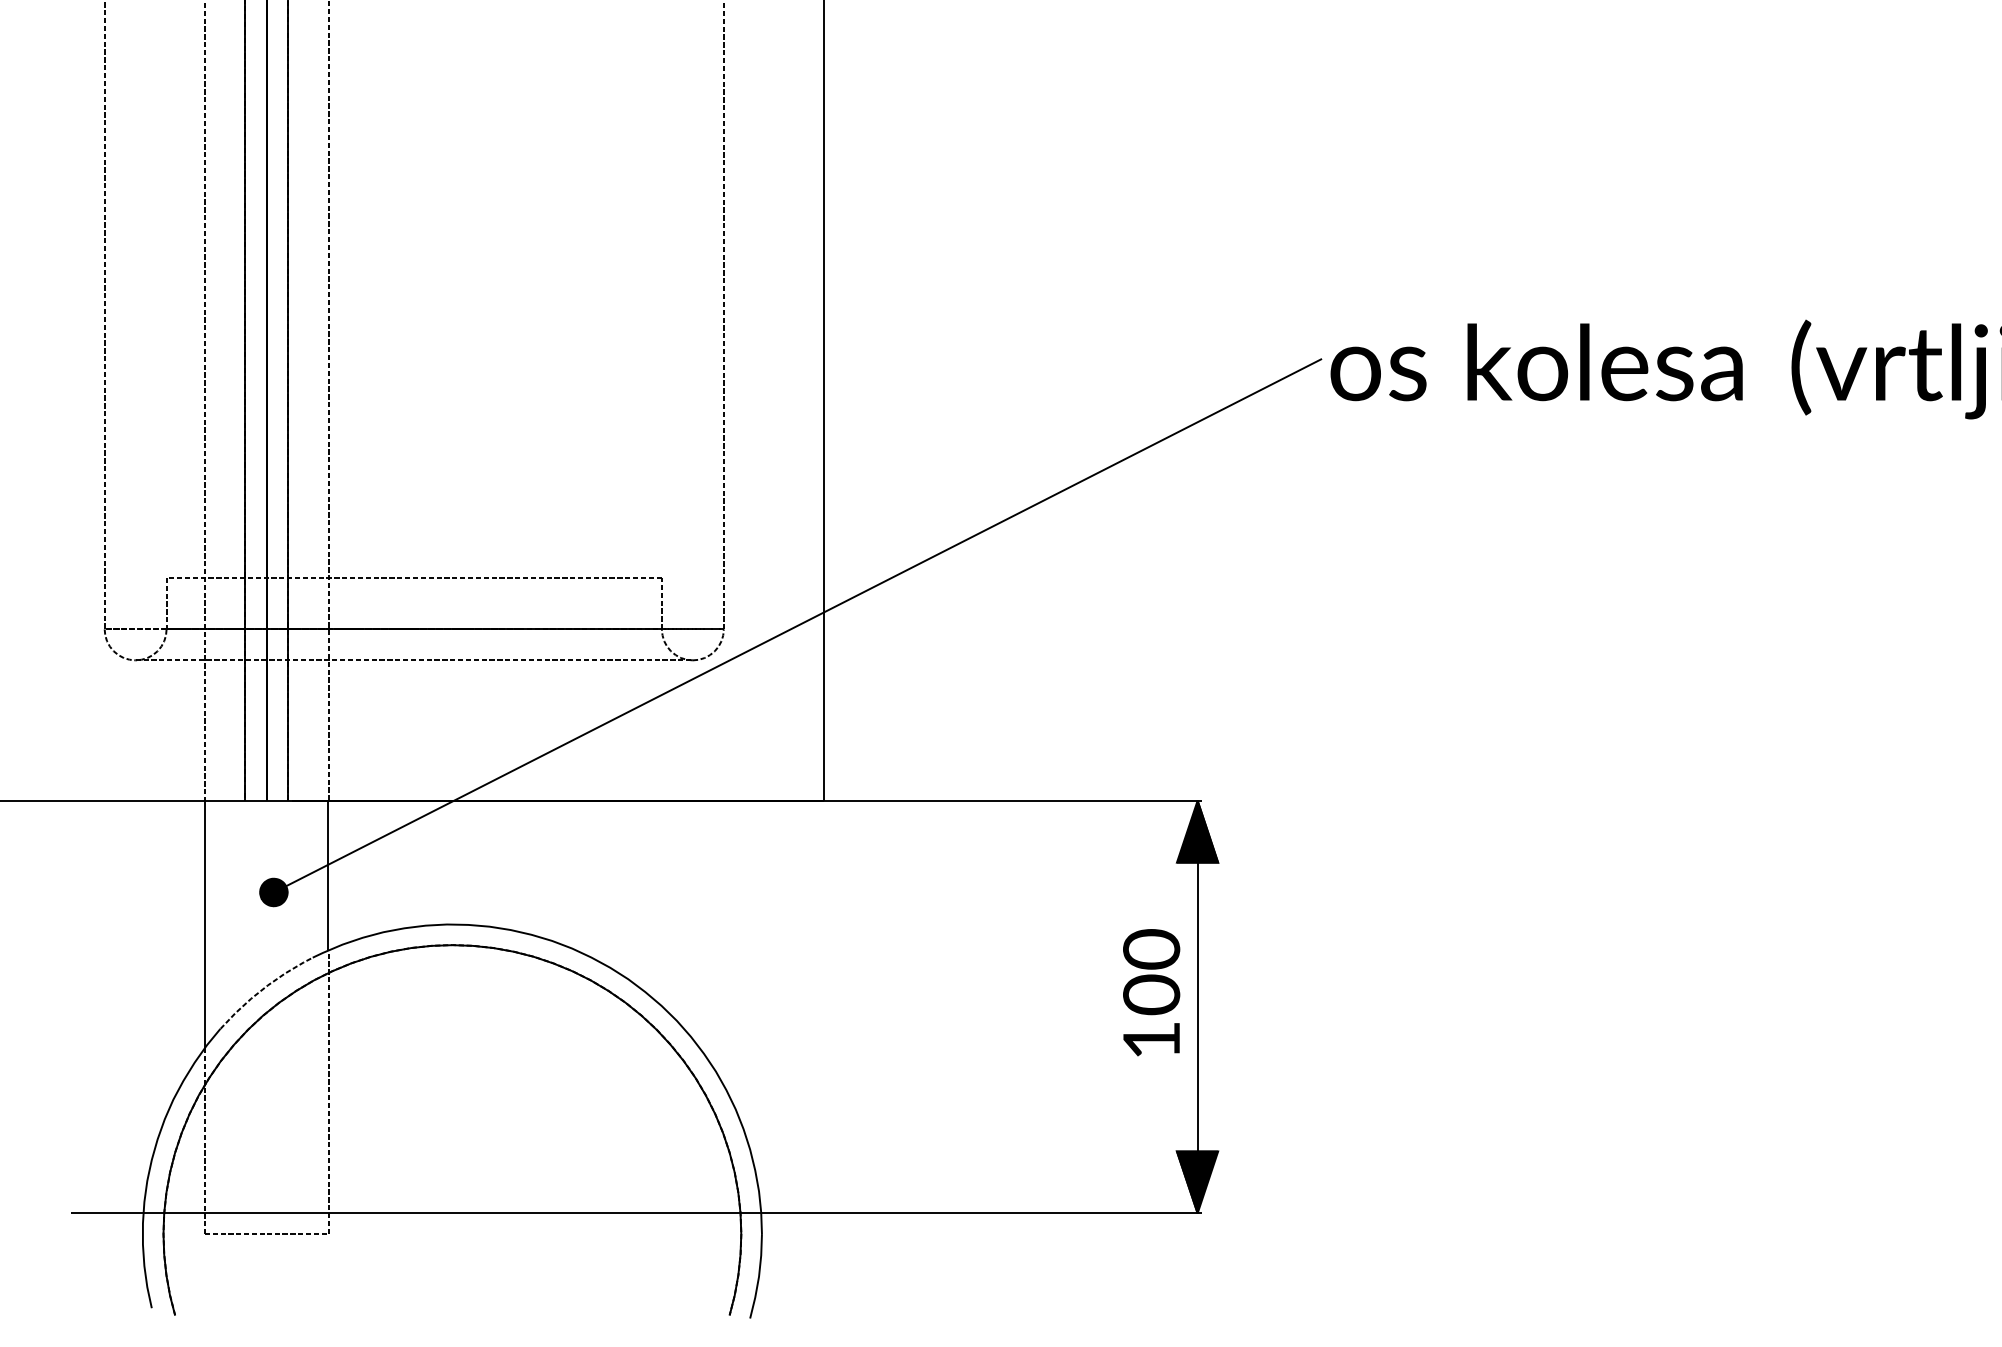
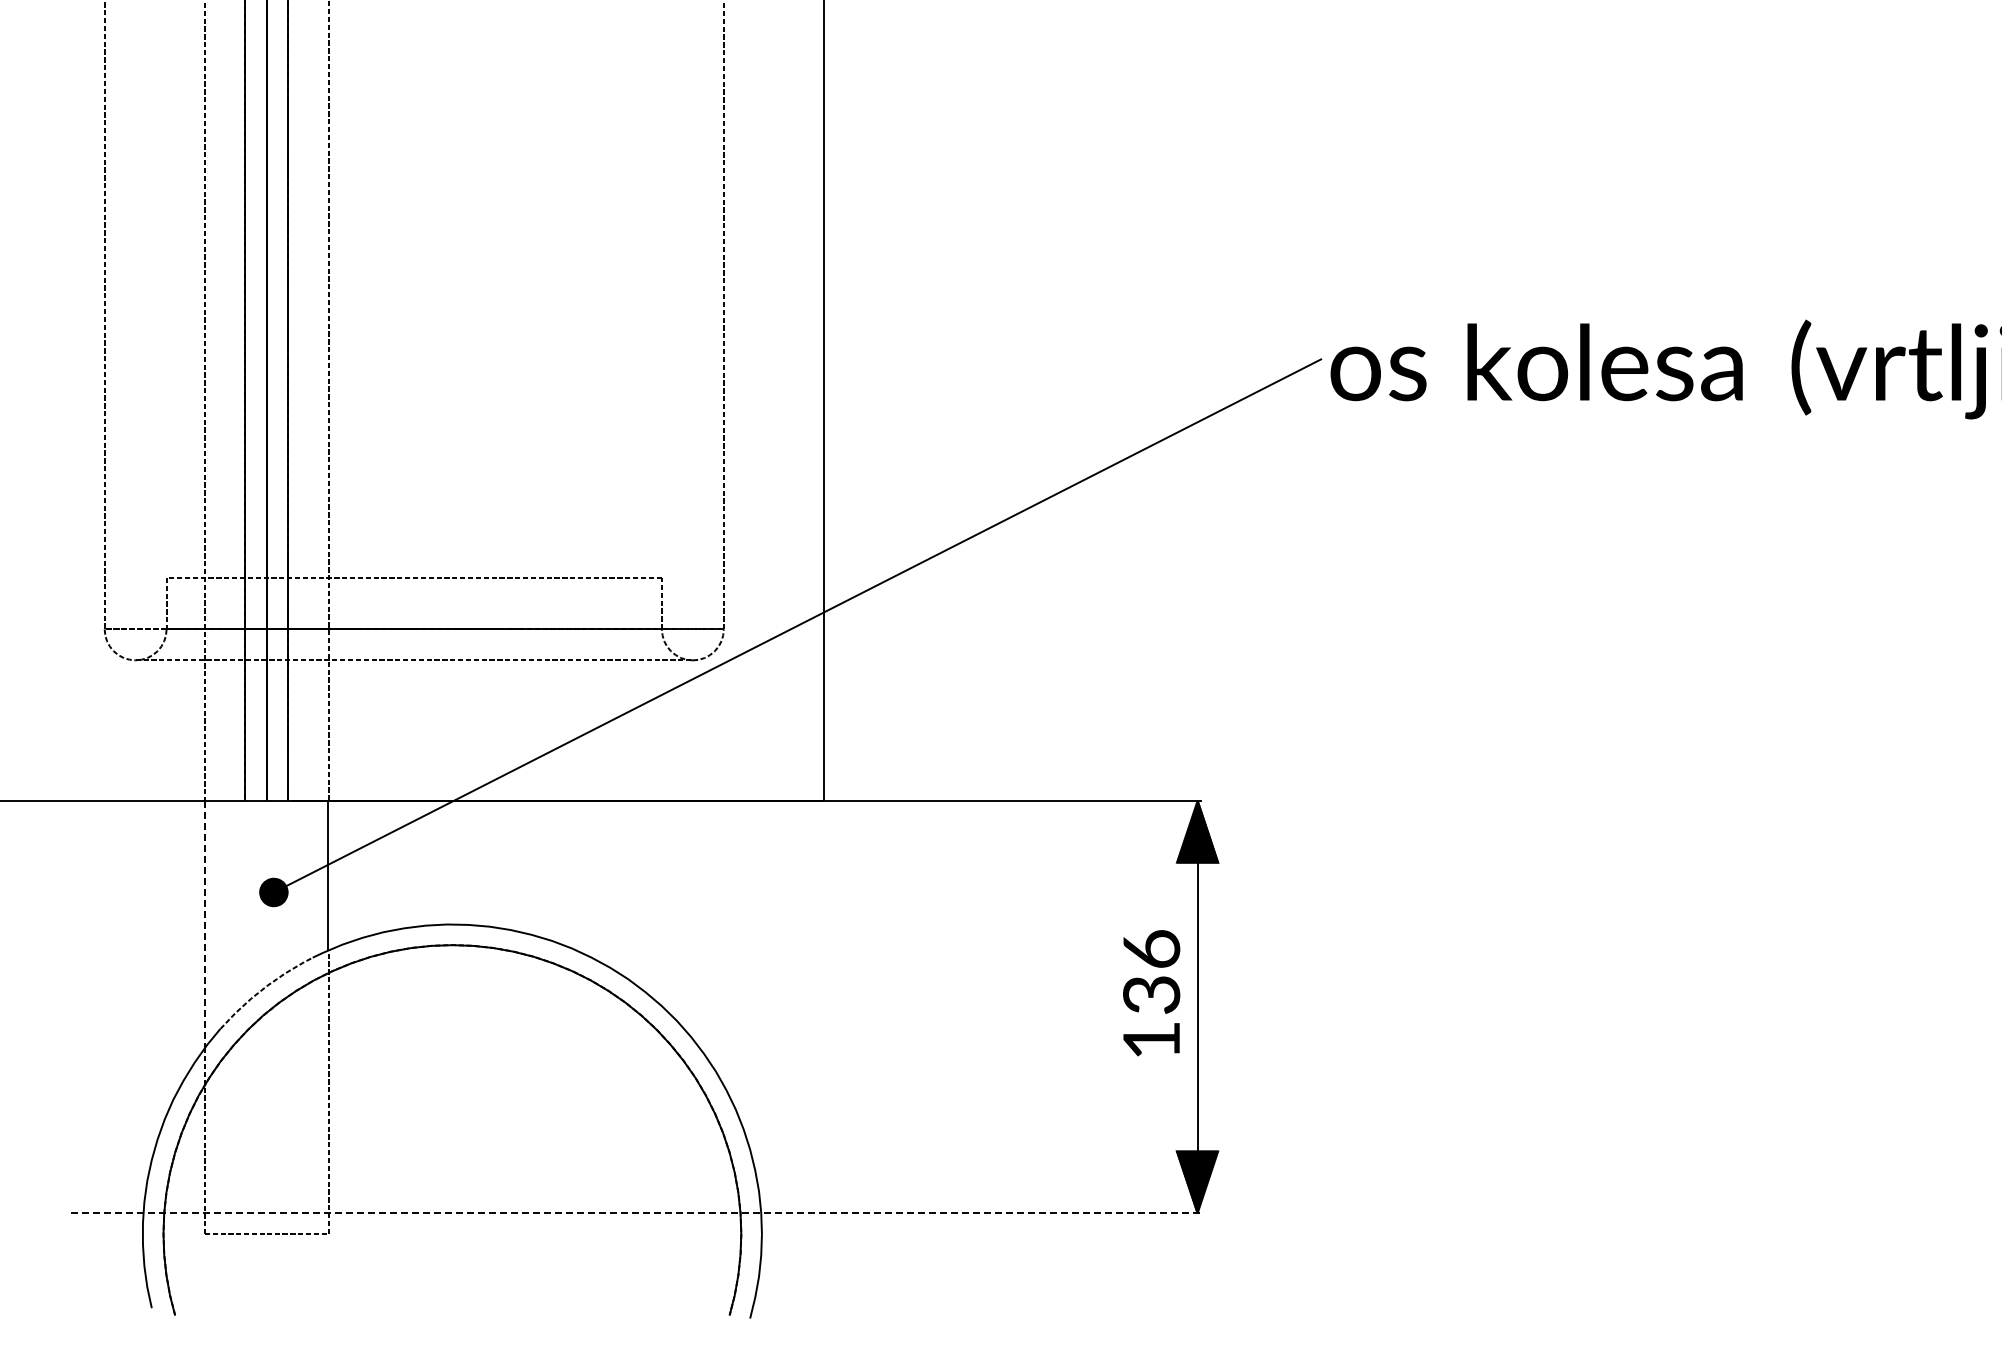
line at (204, 924): solid -> dashed
text at (1151, 972): 100 -> 136
line at (637, 1213): solid -> dashed
